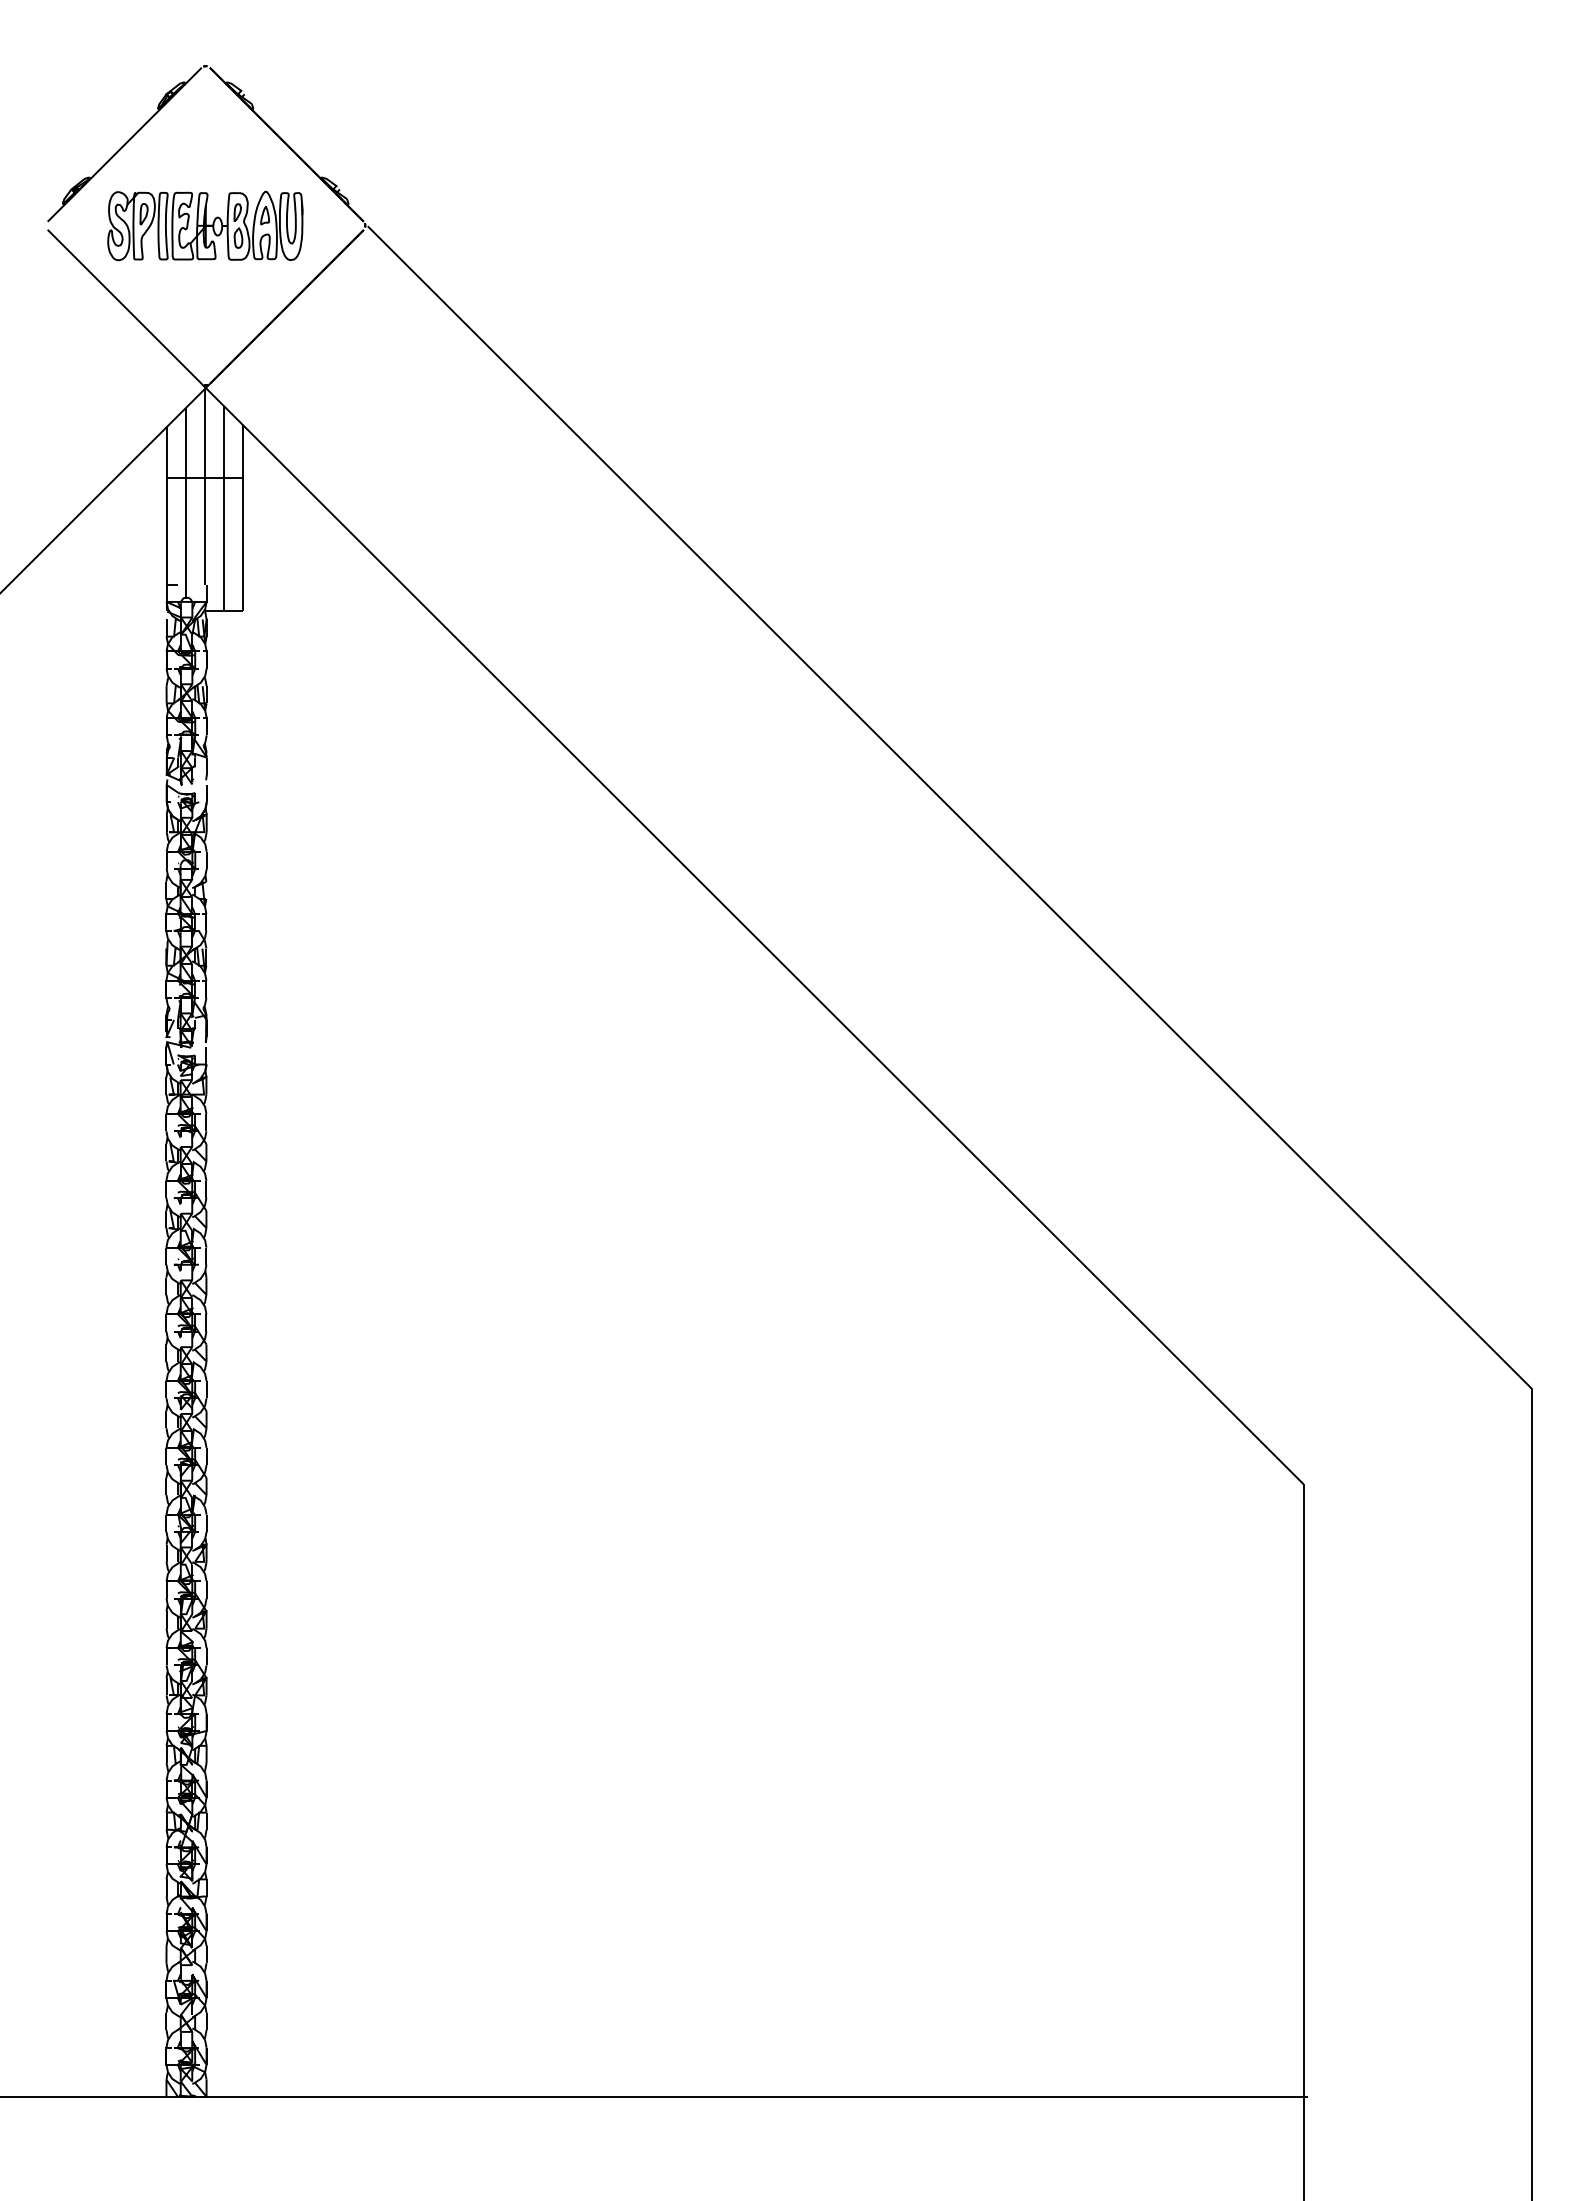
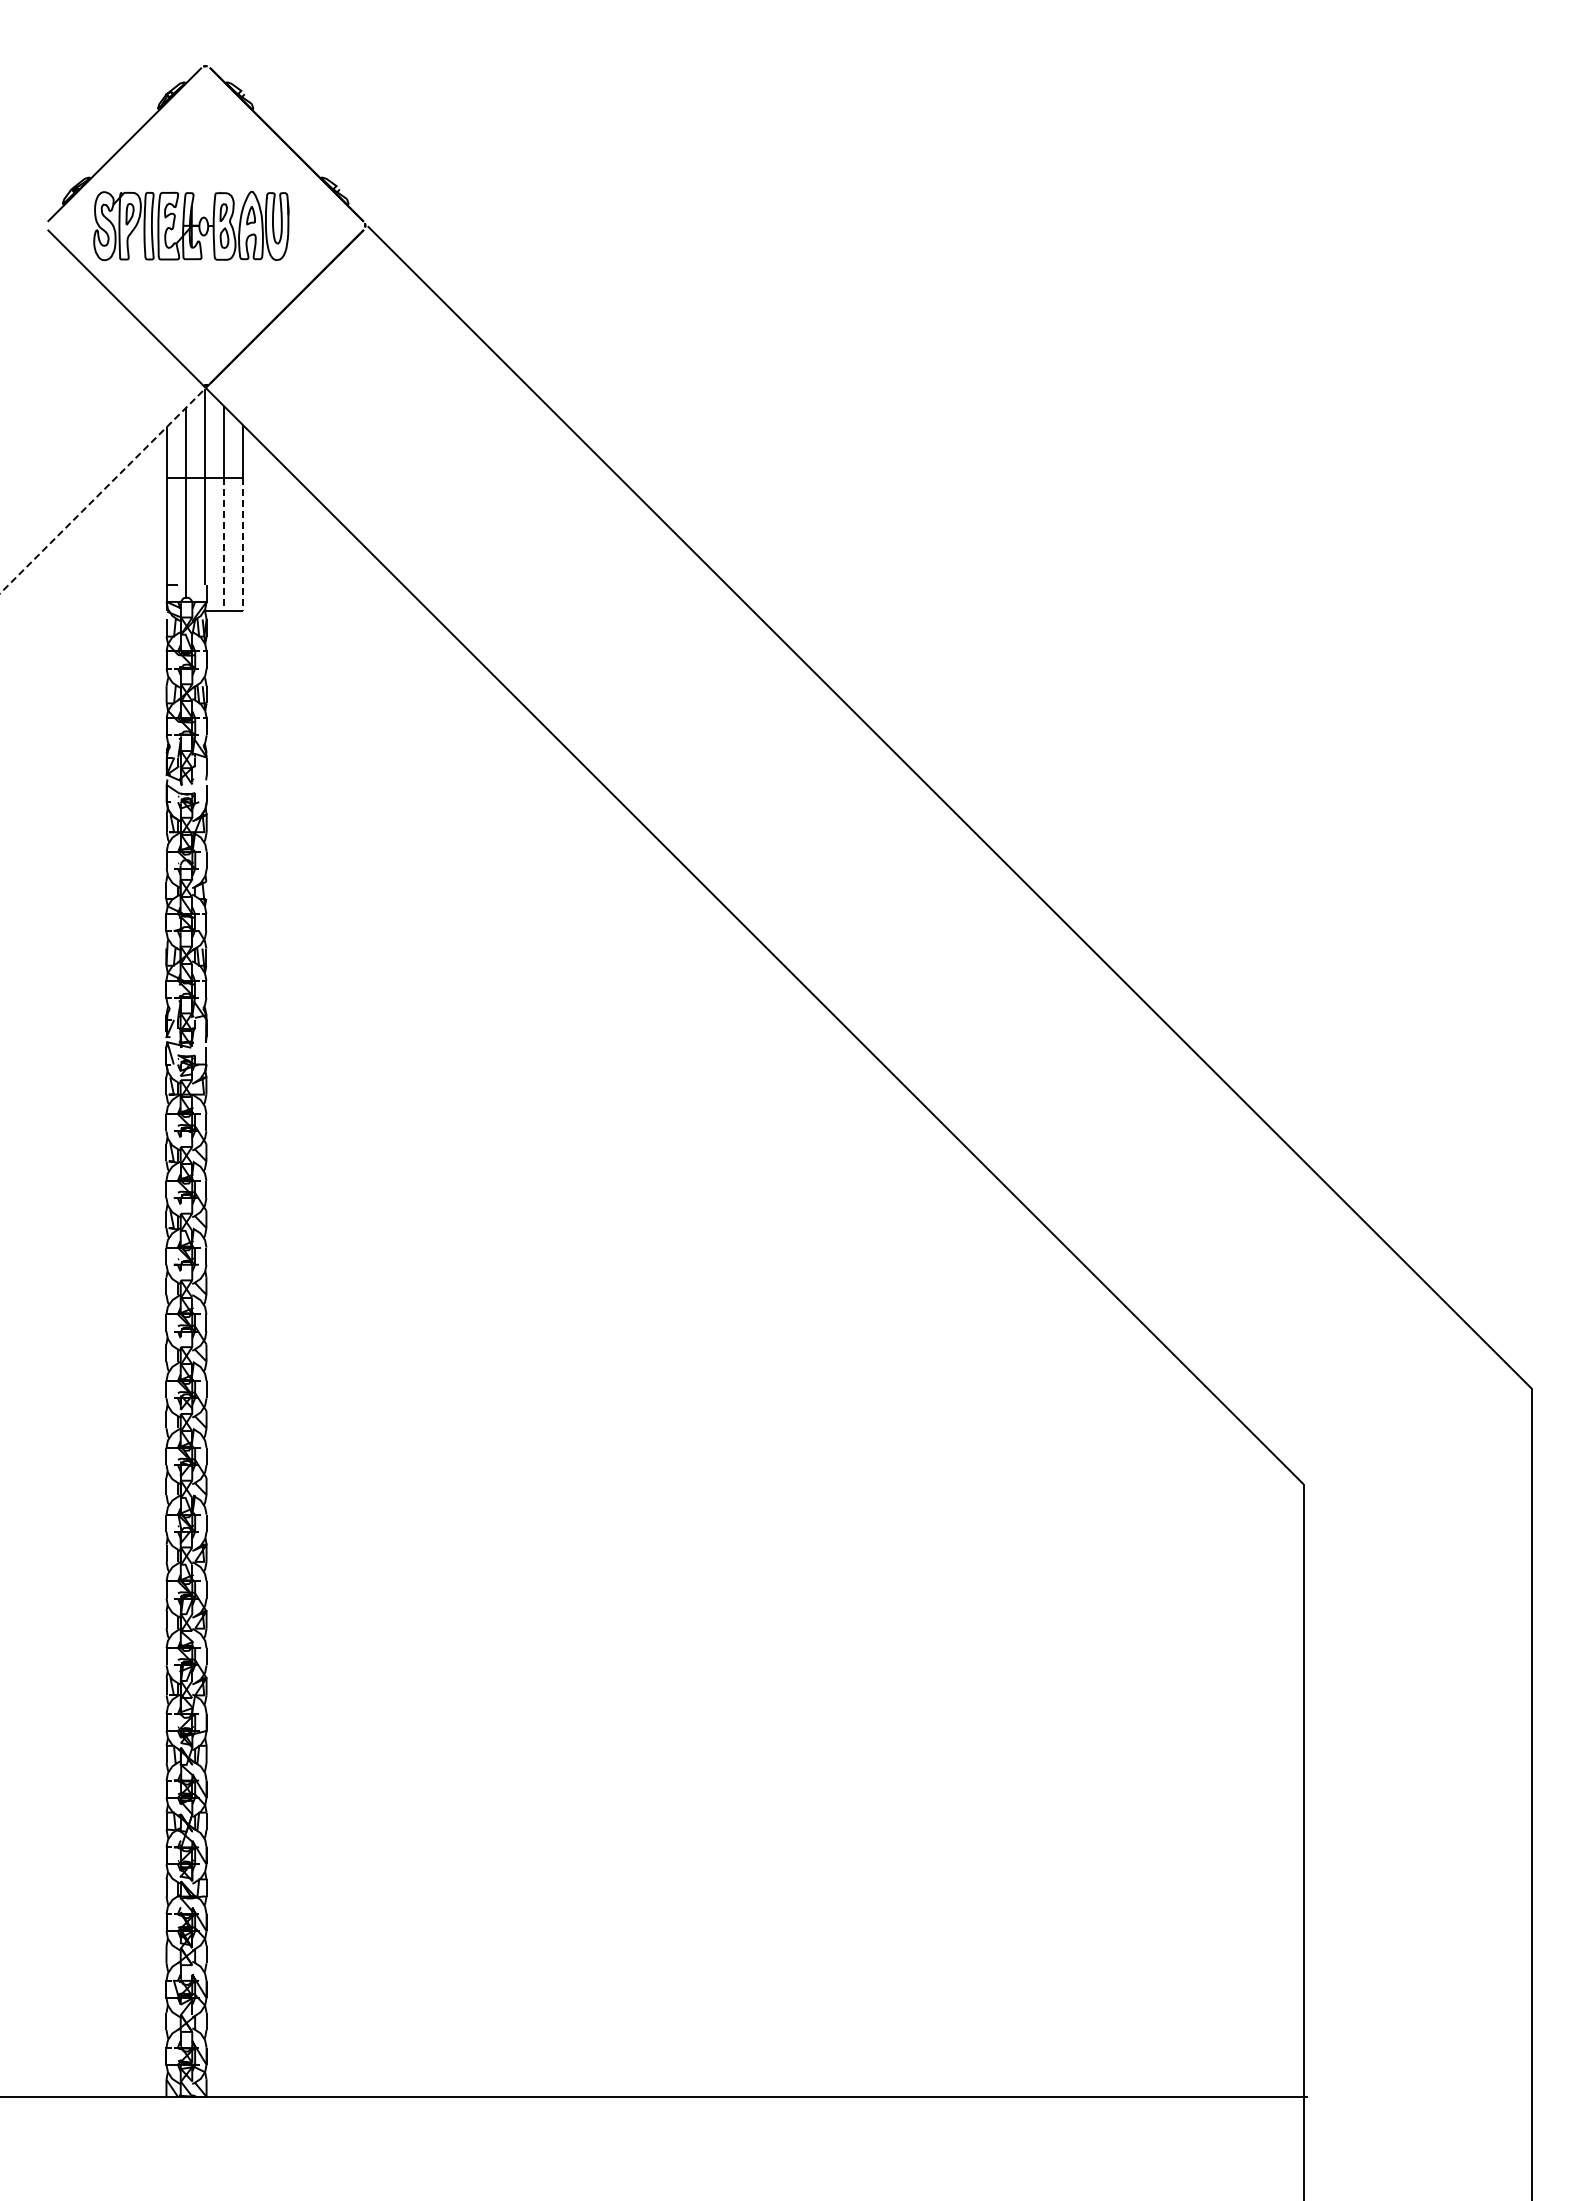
part at (205, 225) position: (205, 225) -> (191, 225)
line at (103, 490): solid -> dashed
line at (223, 544): solid -> dashed
line at (242, 544): solid -> dashed
